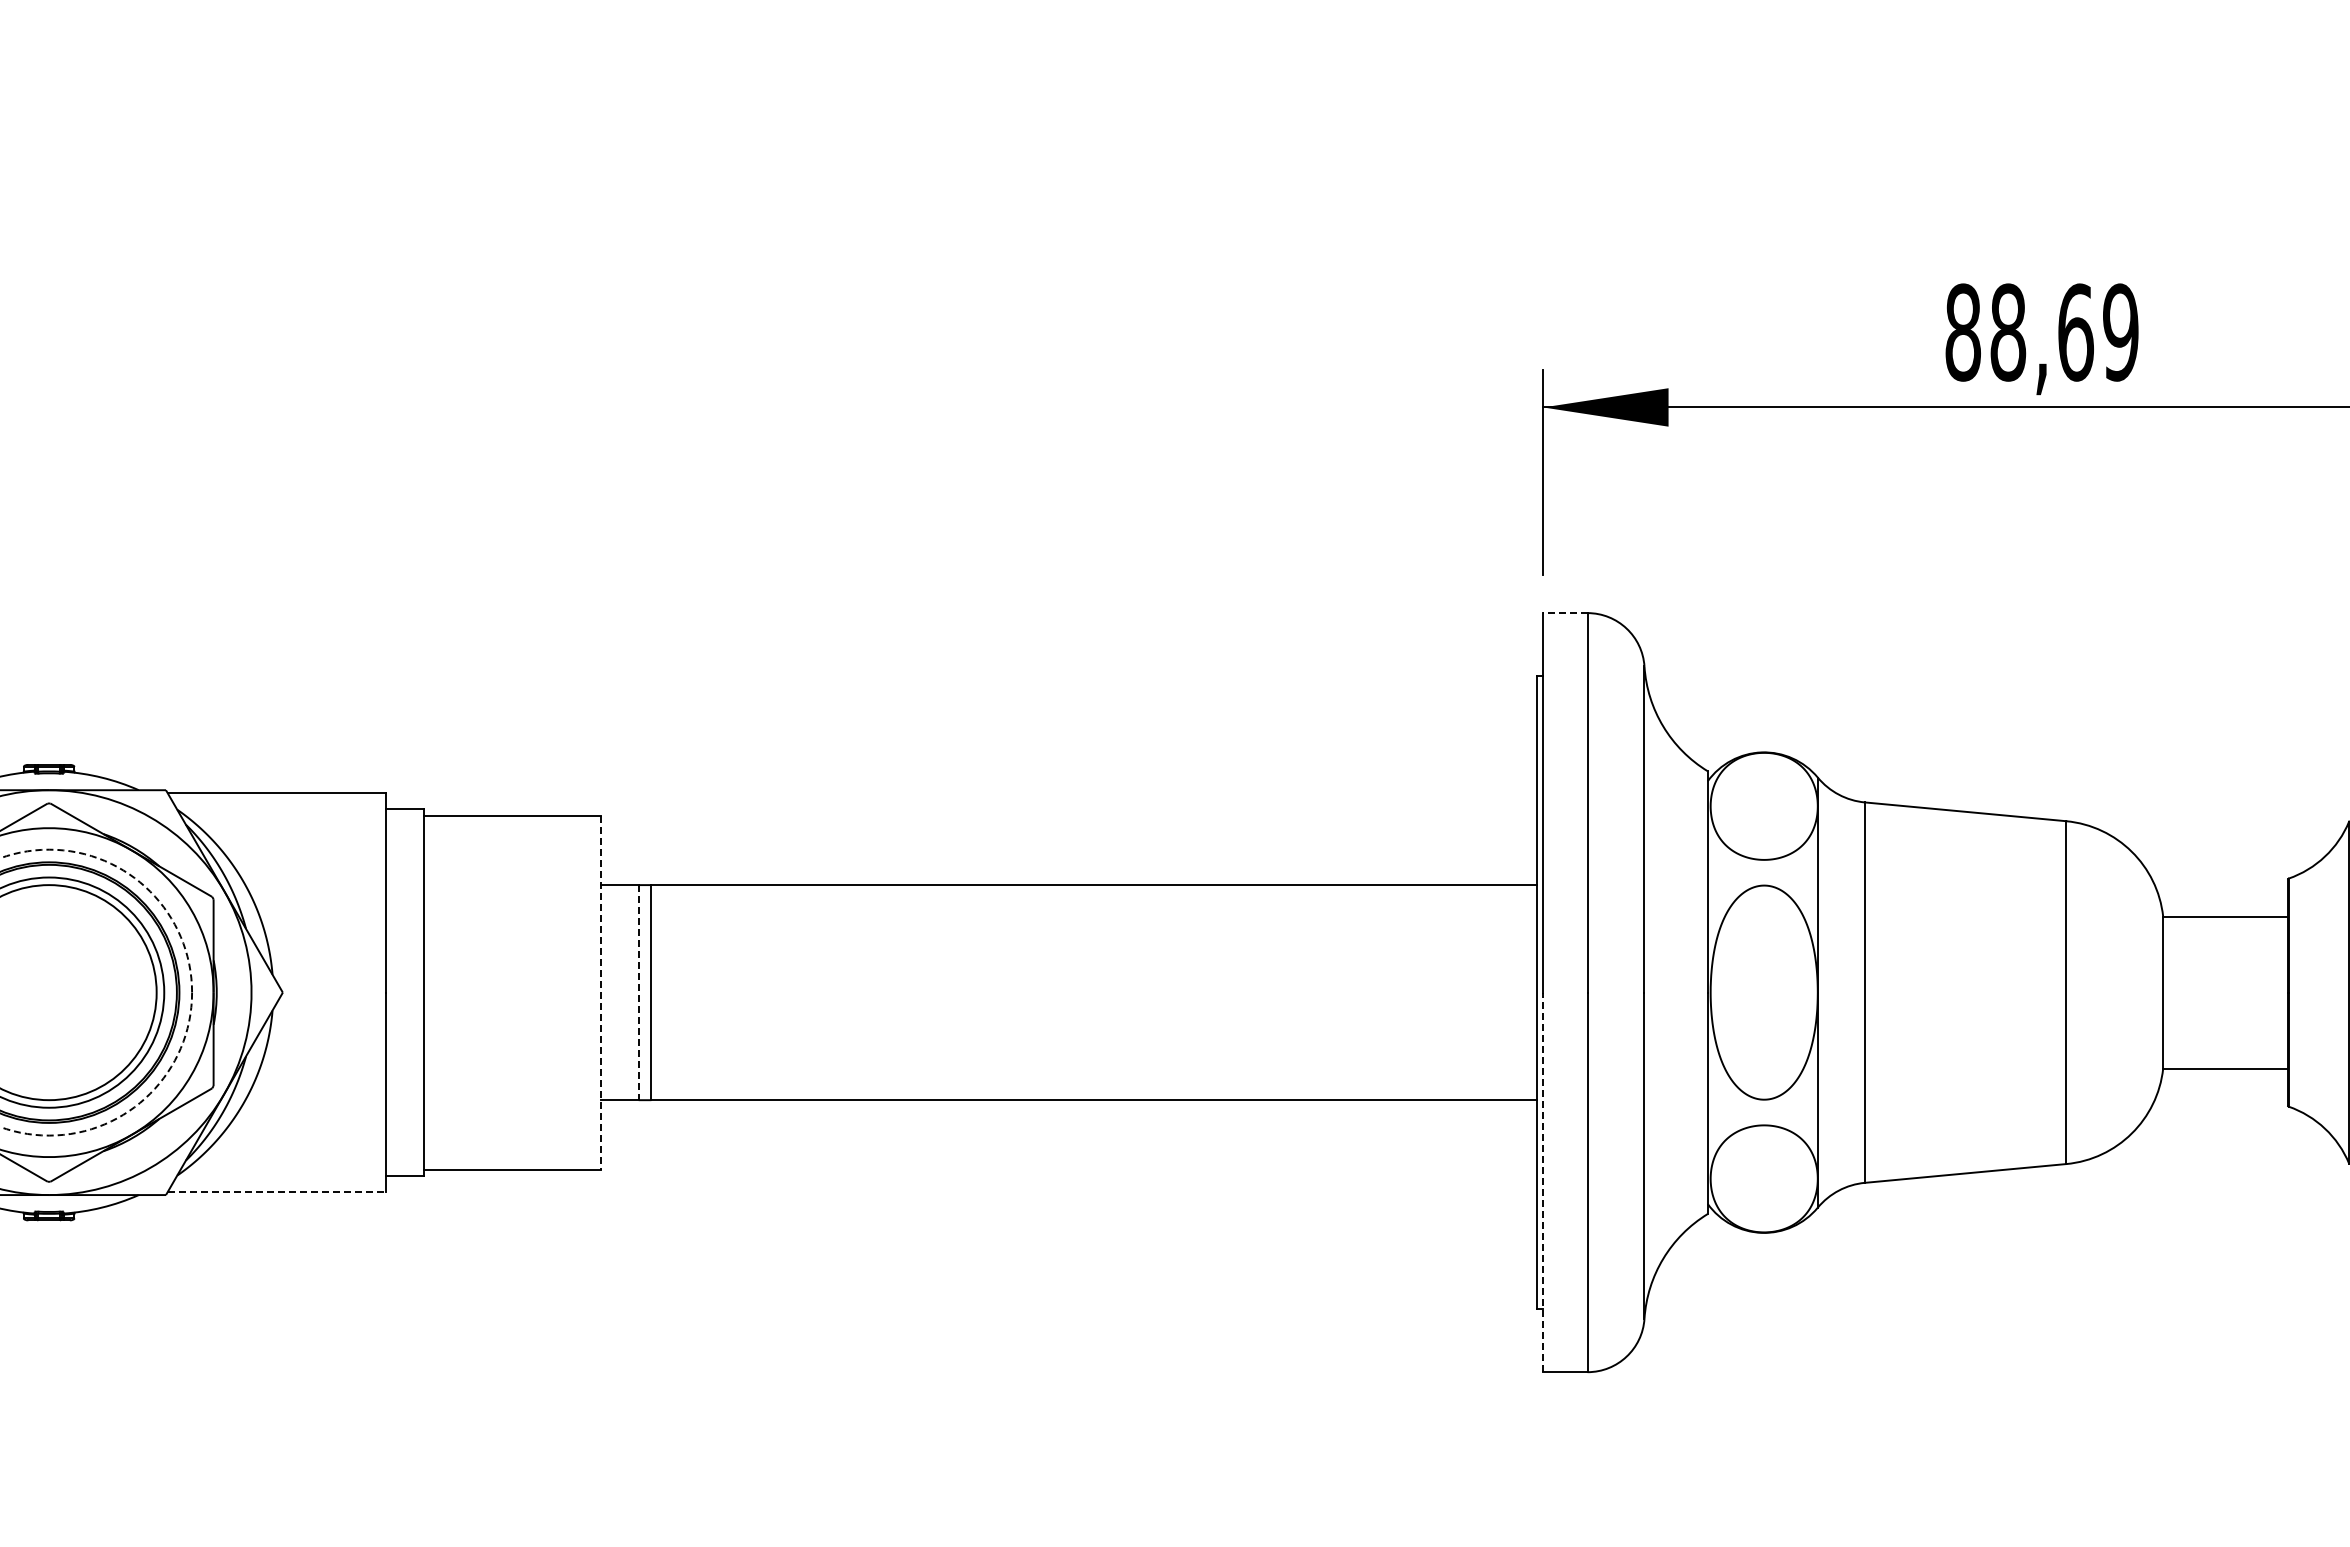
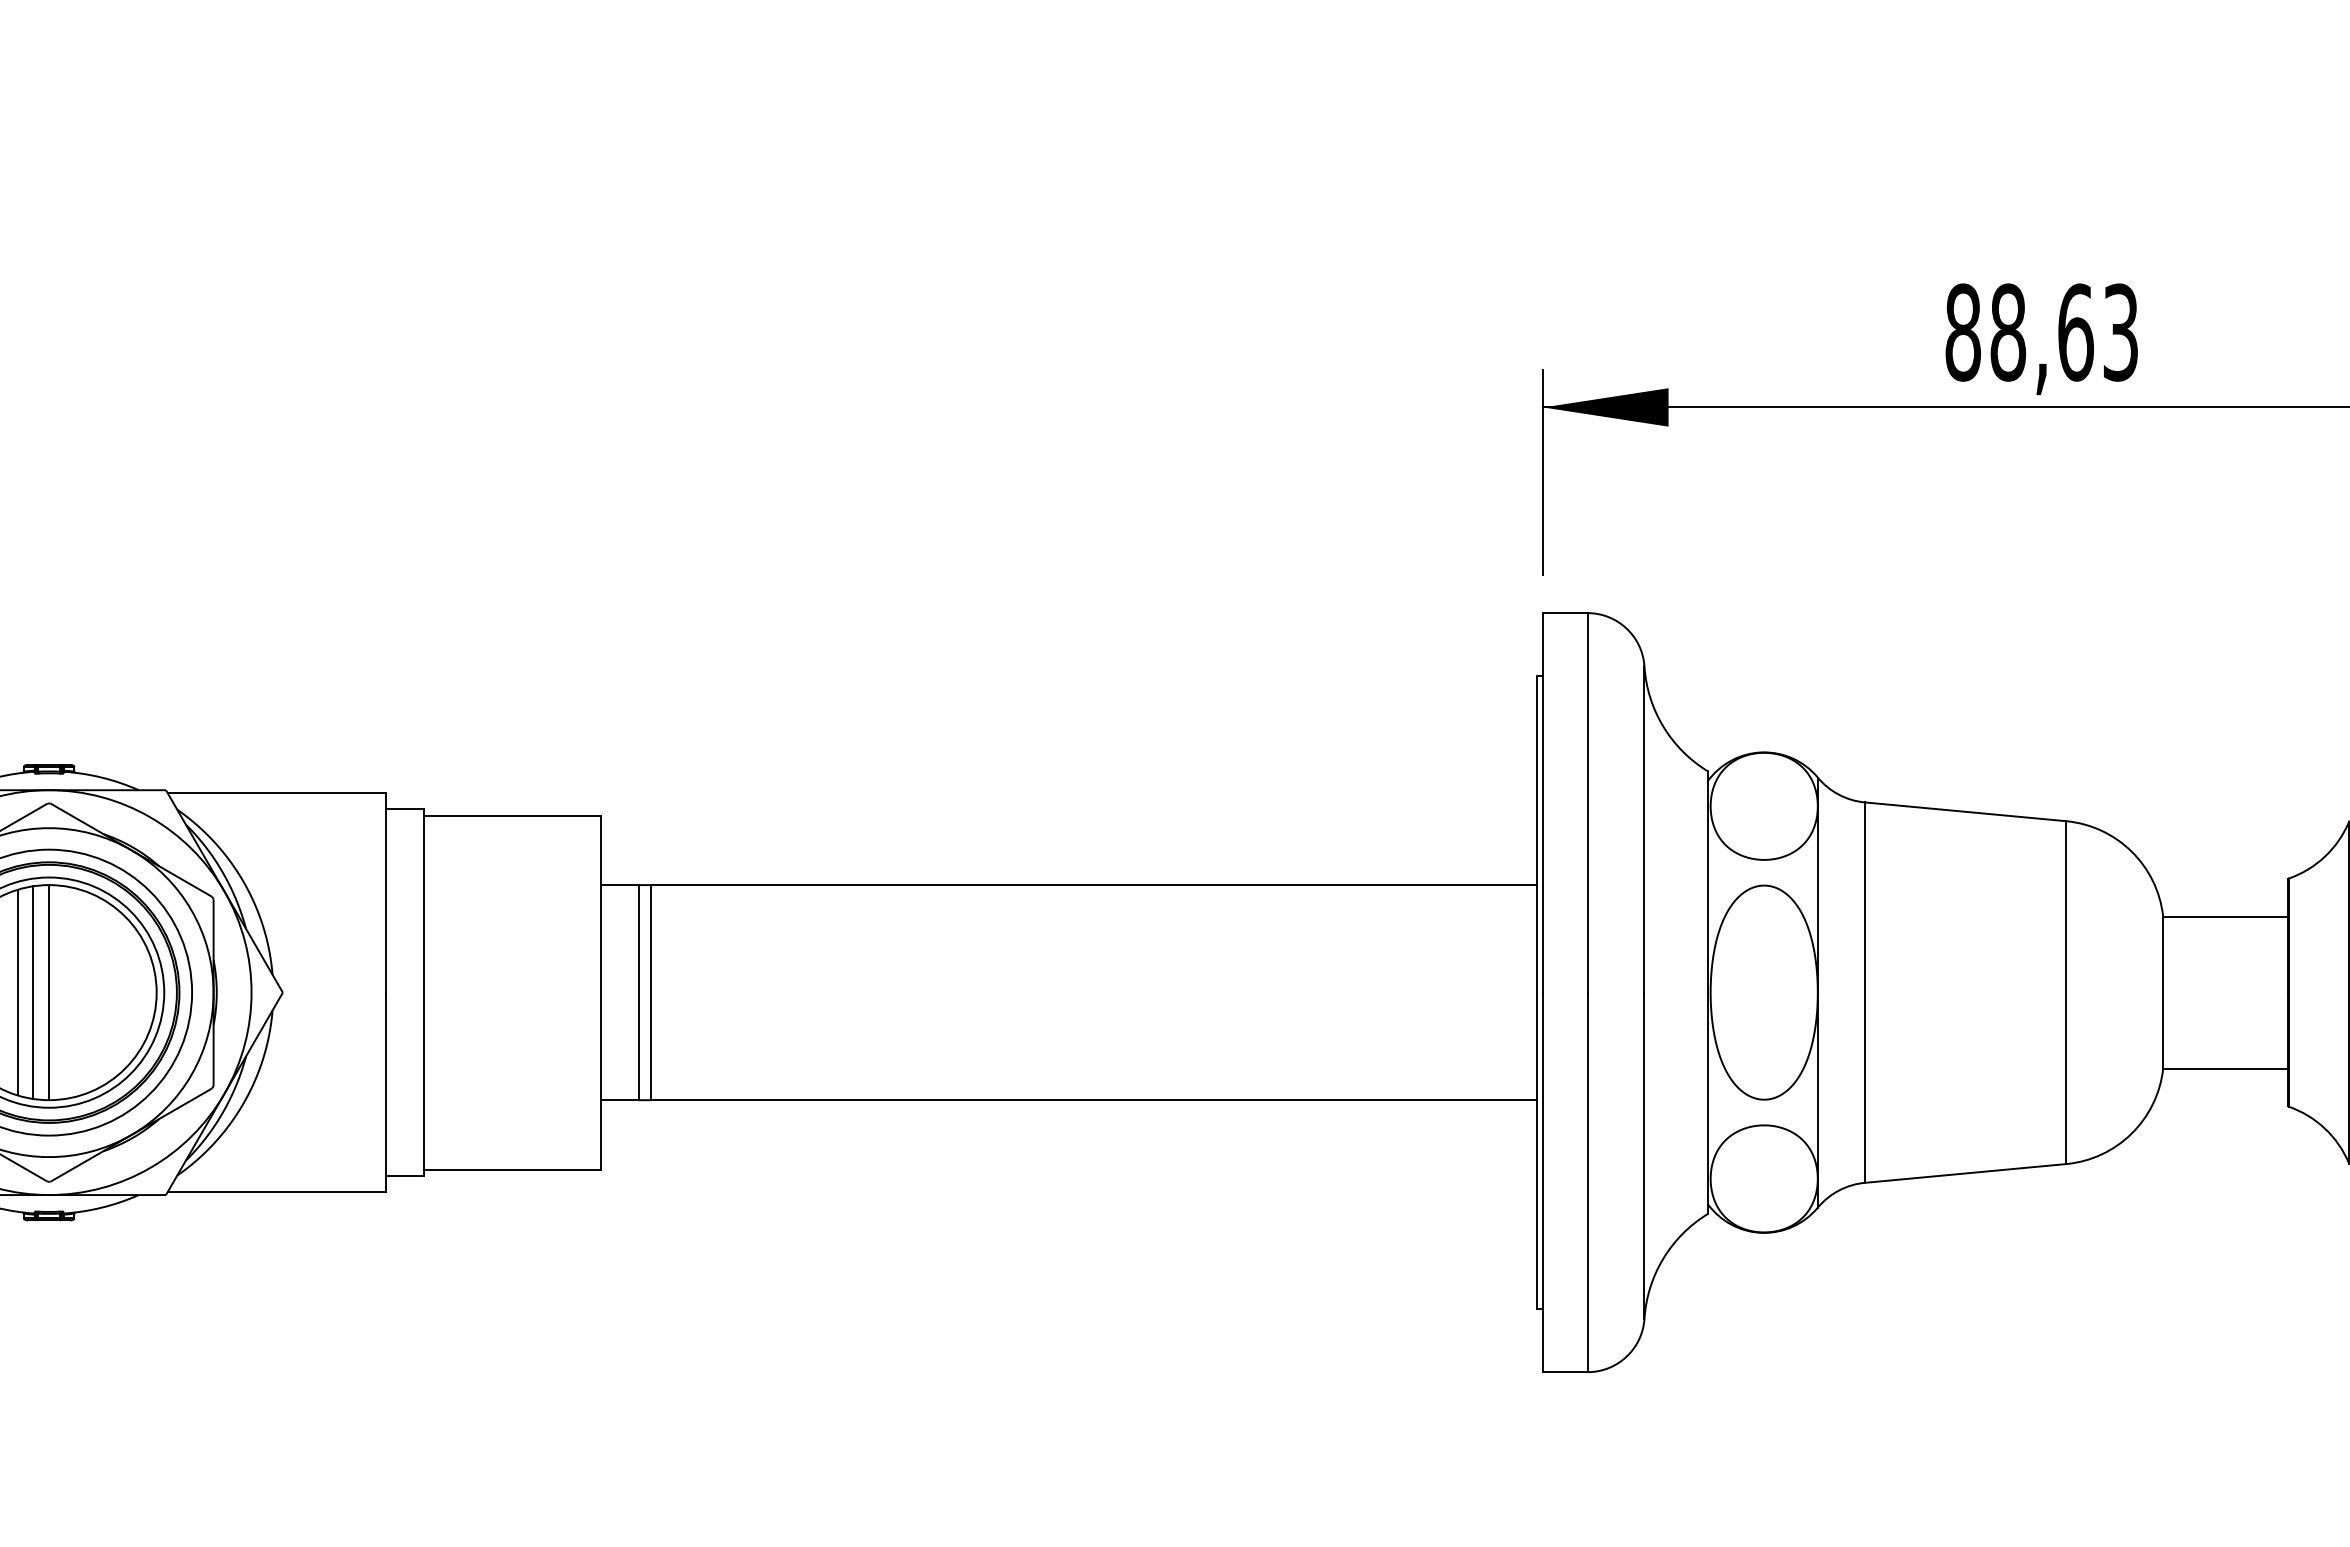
text at (2120, 332): 88,69 -> 88,63
line at (1564, 613): dashed -> solid
line at (17, 992): none -> present
line at (33, 992): none -> present
line at (49, 992): none -> present
circle at (96, 992): dashed -> solid
line at (638, 992): dashed -> solid
line at (600, 993): dashed -> solid
line at (1543, 1182): dashed -> solid
line at (276, 1191): dashed -> solid
